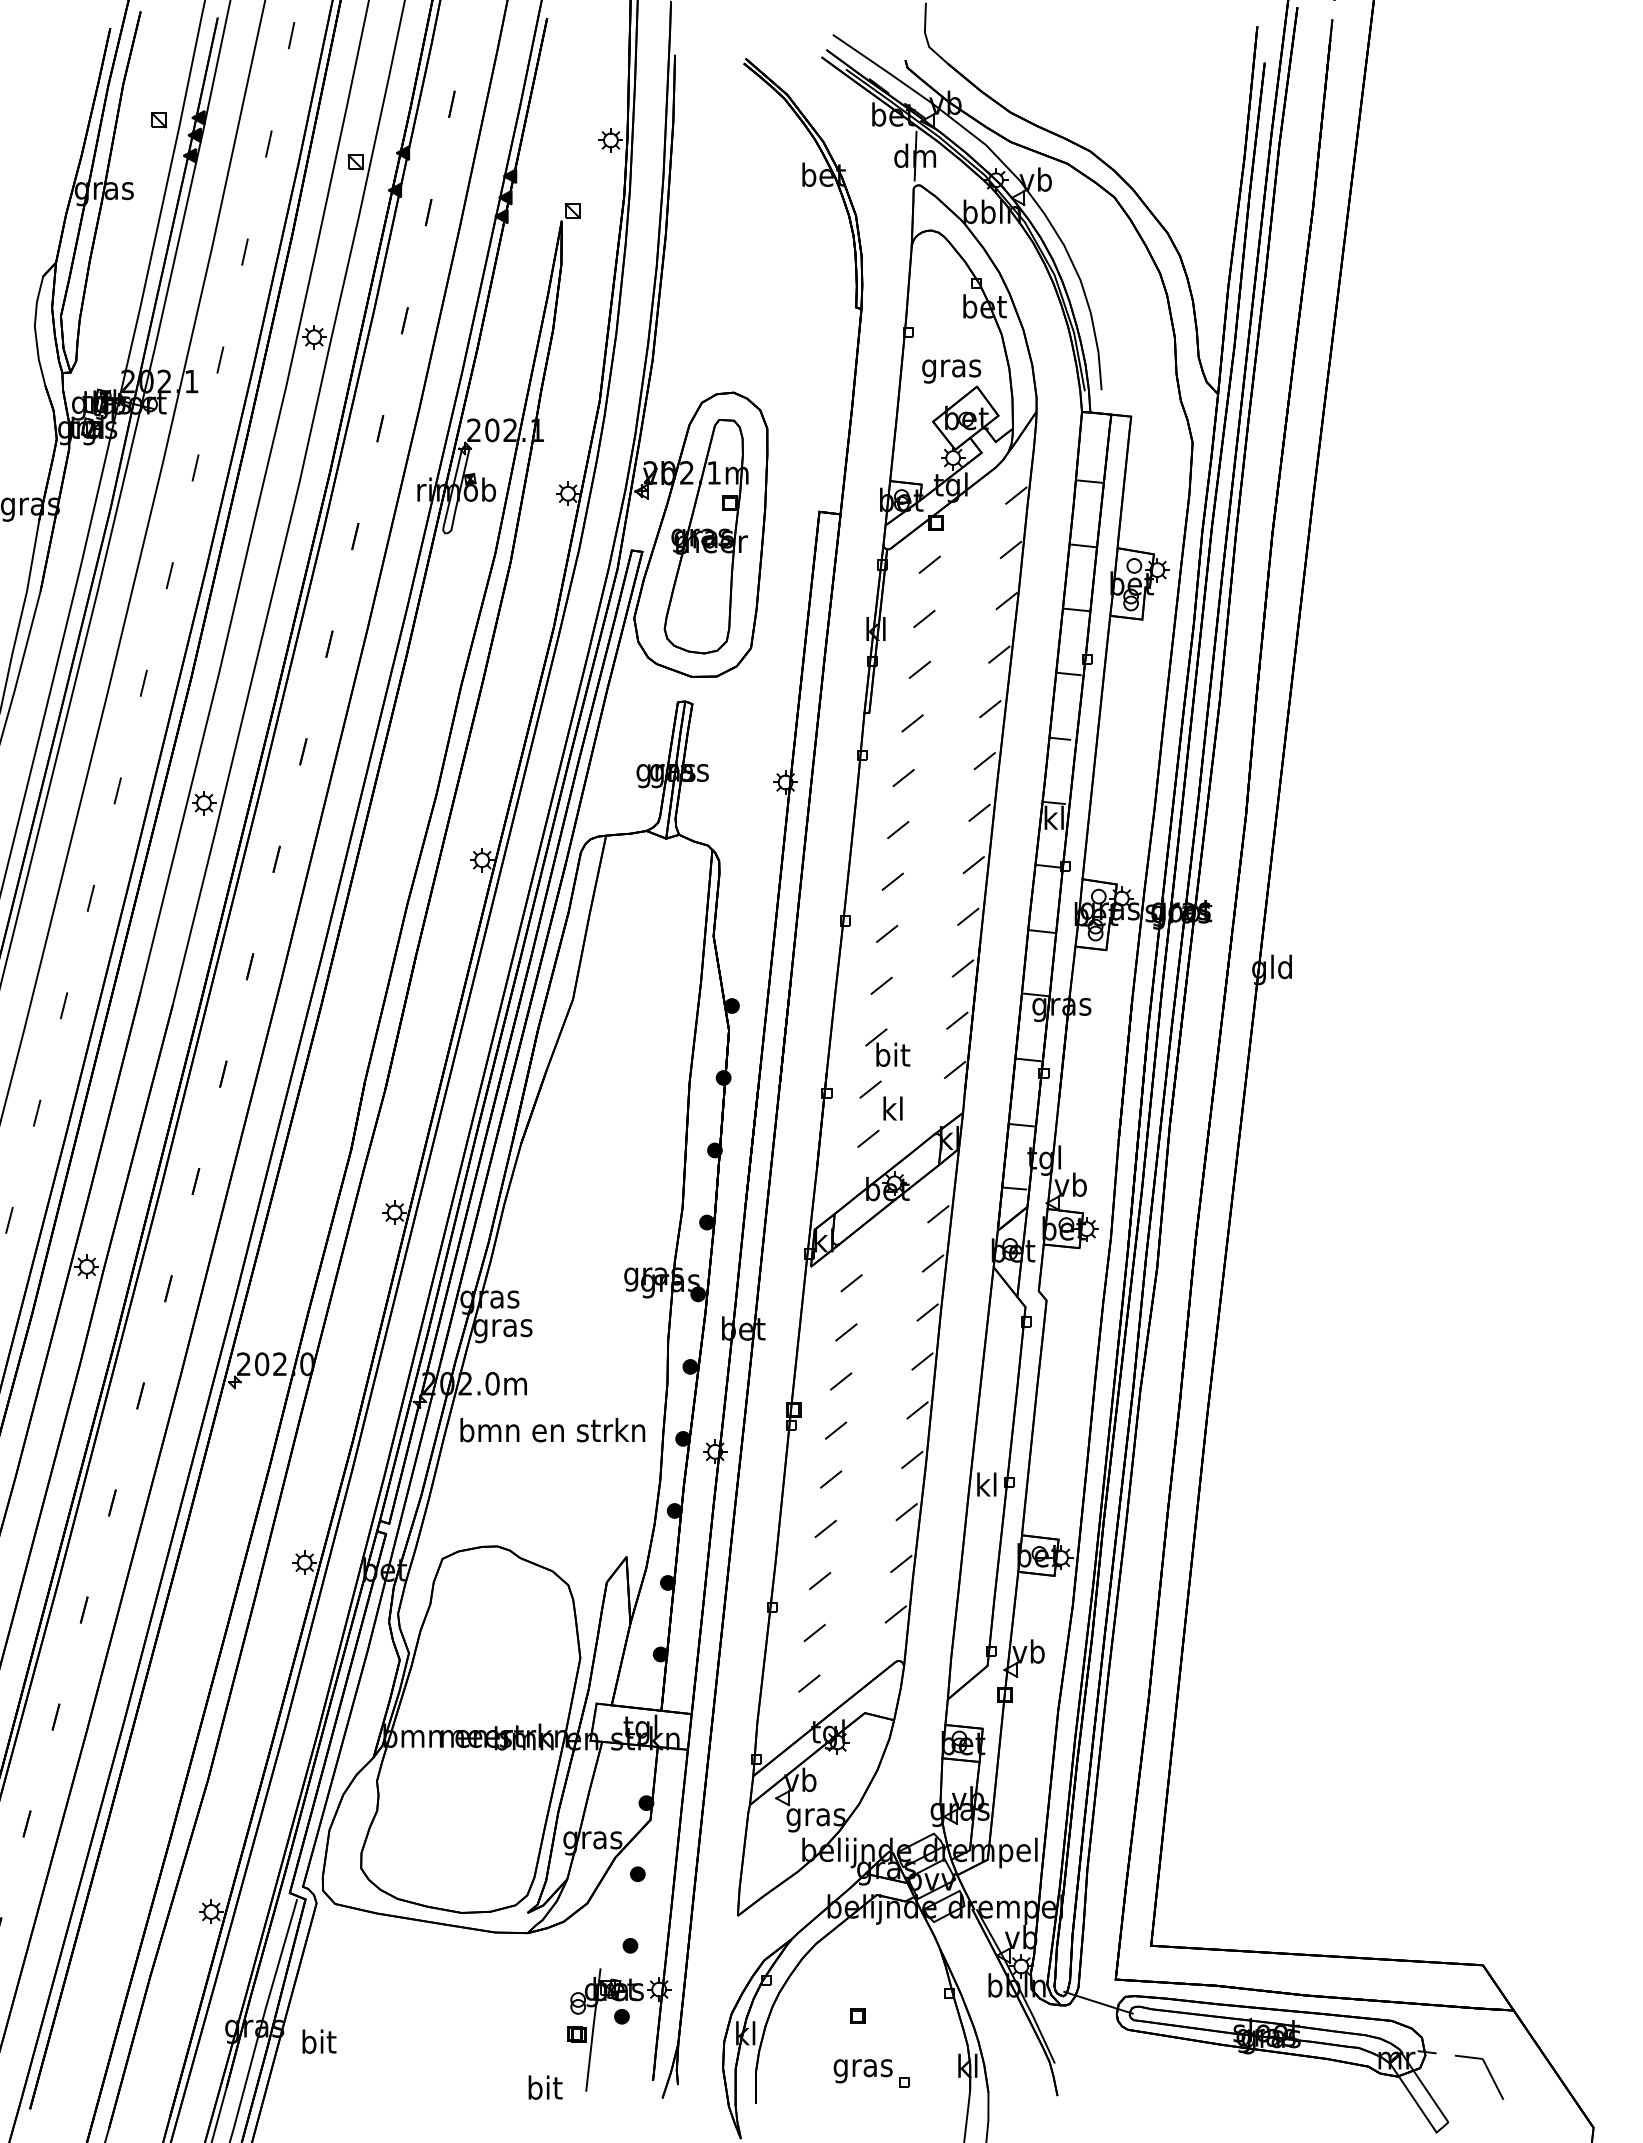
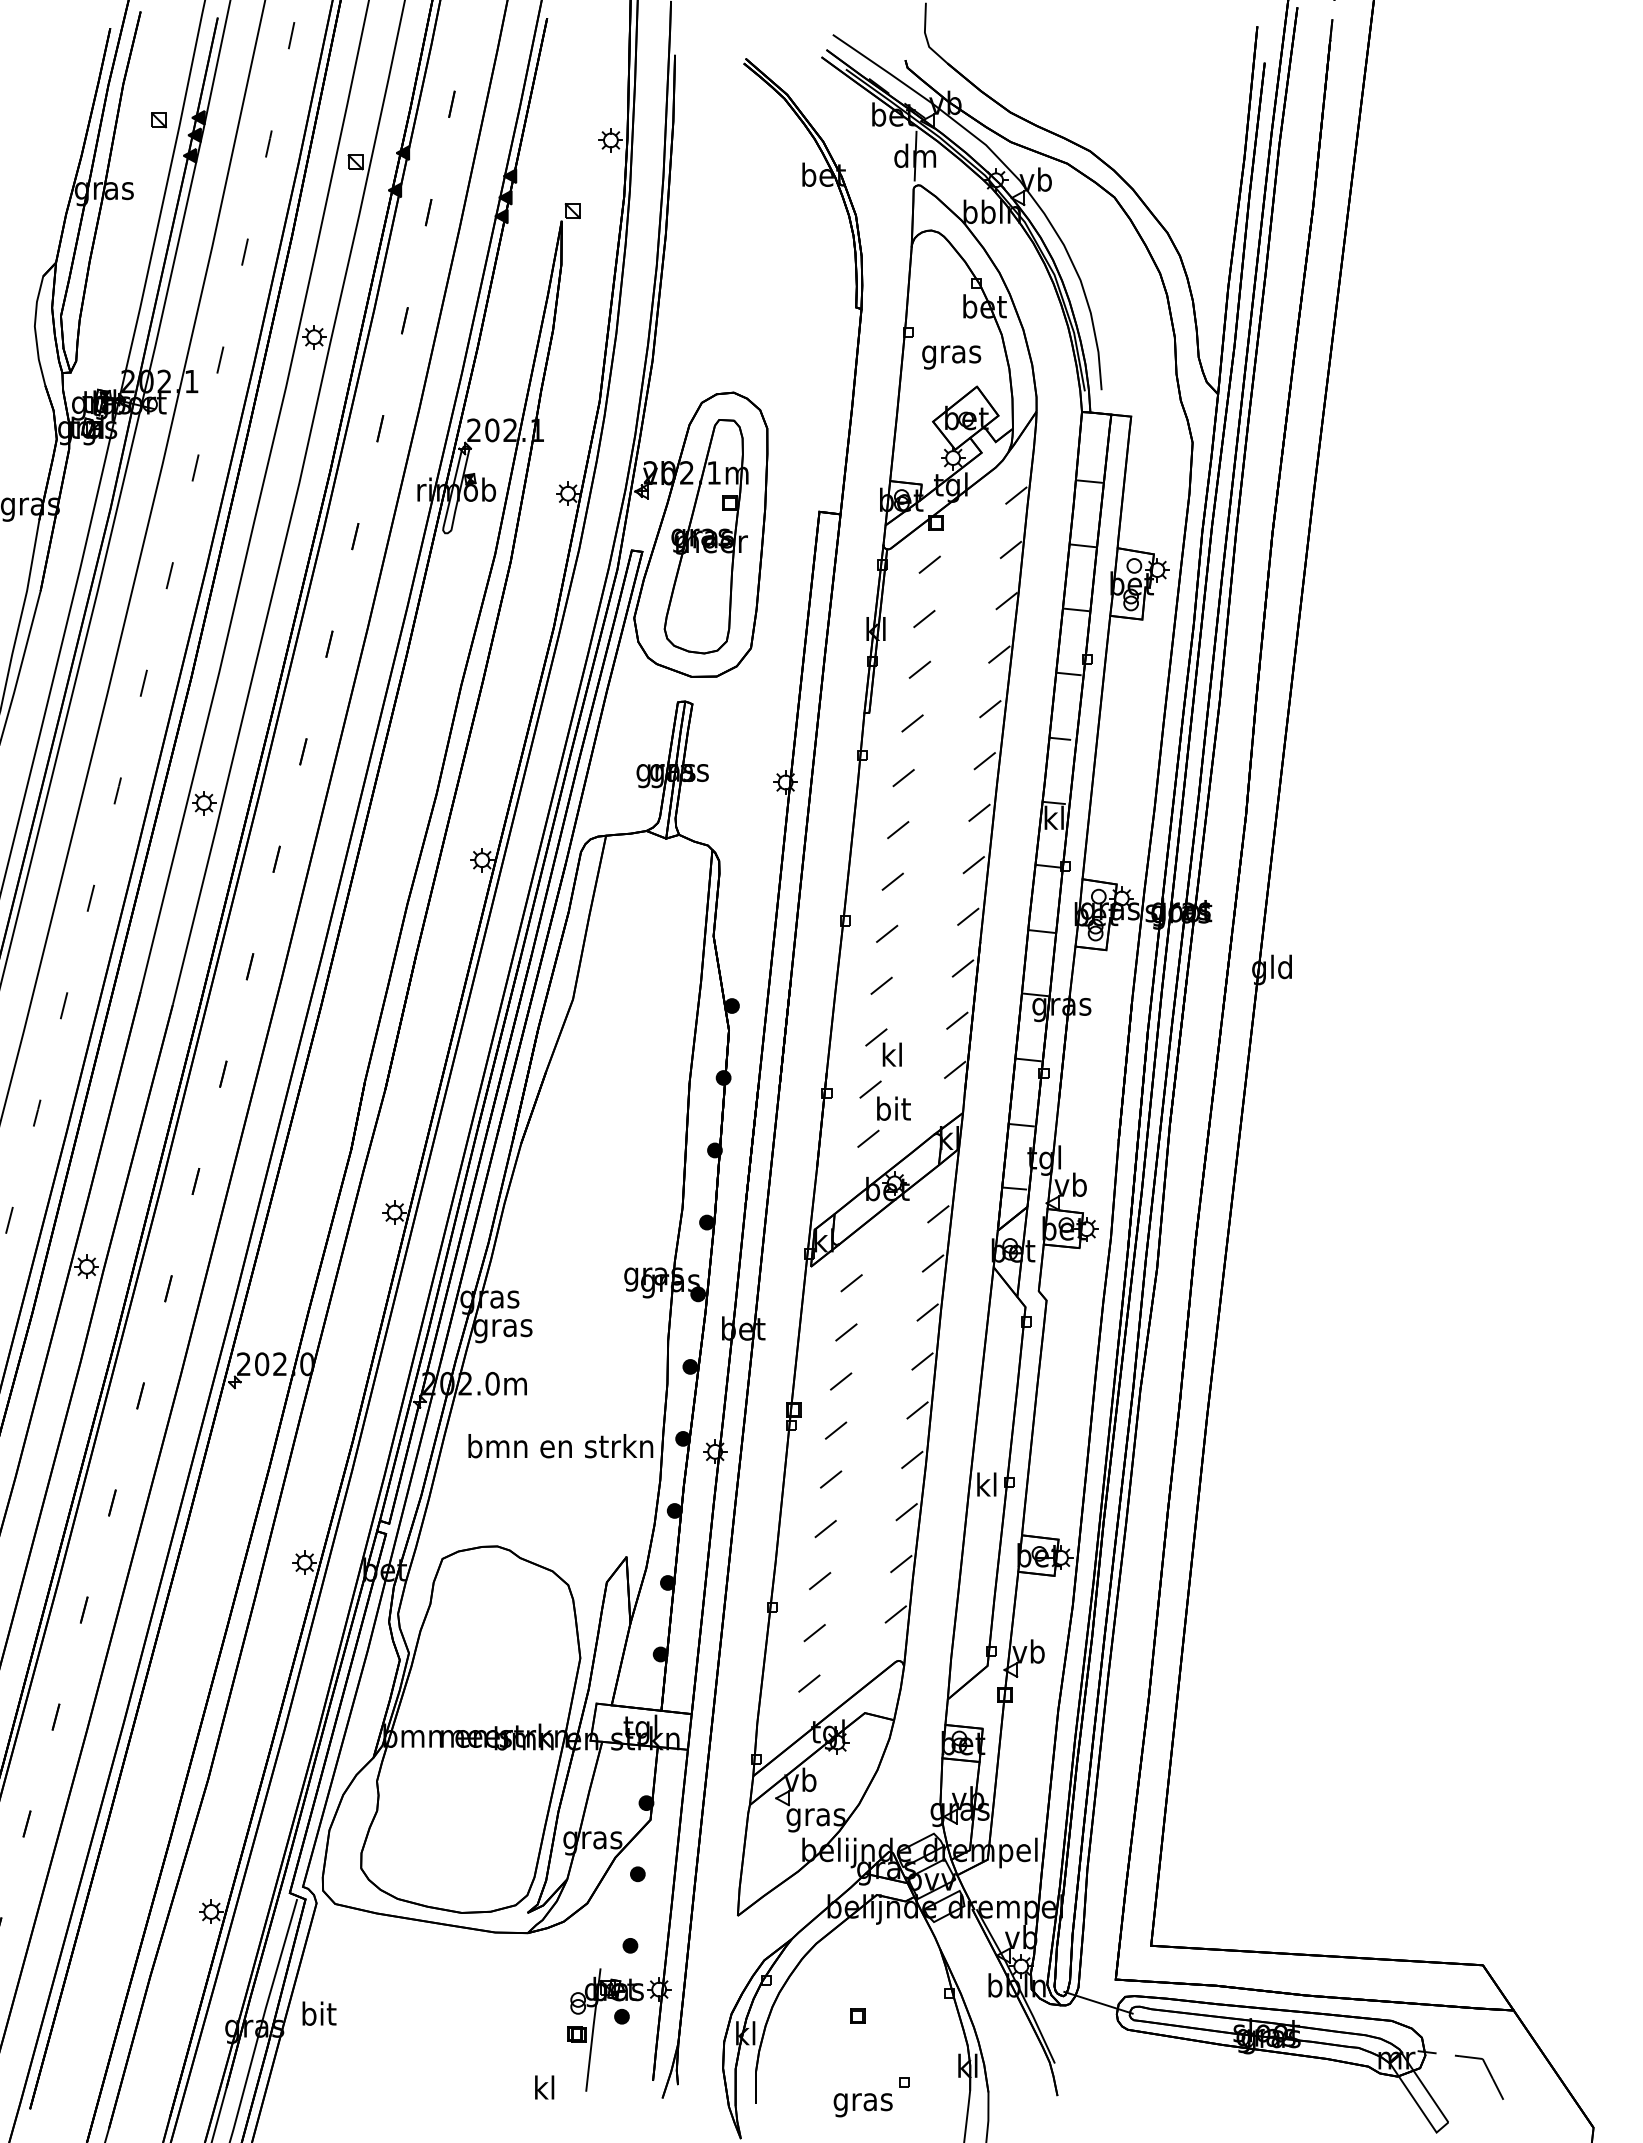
text at (951, 371) position: (951, 371) -> (951, 357)
text at (893, 1054): bit -> kl
text at (893, 1108): kl -> bit
text at (552, 1430) position: (552, 1430) -> (560, 1446)
text at (319, 2041) position: (319, 2041) -> (319, 2013)
text at (862, 2071) position: (862, 2071) -> (862, 2105)
text at (545, 2087): bit -> kl
